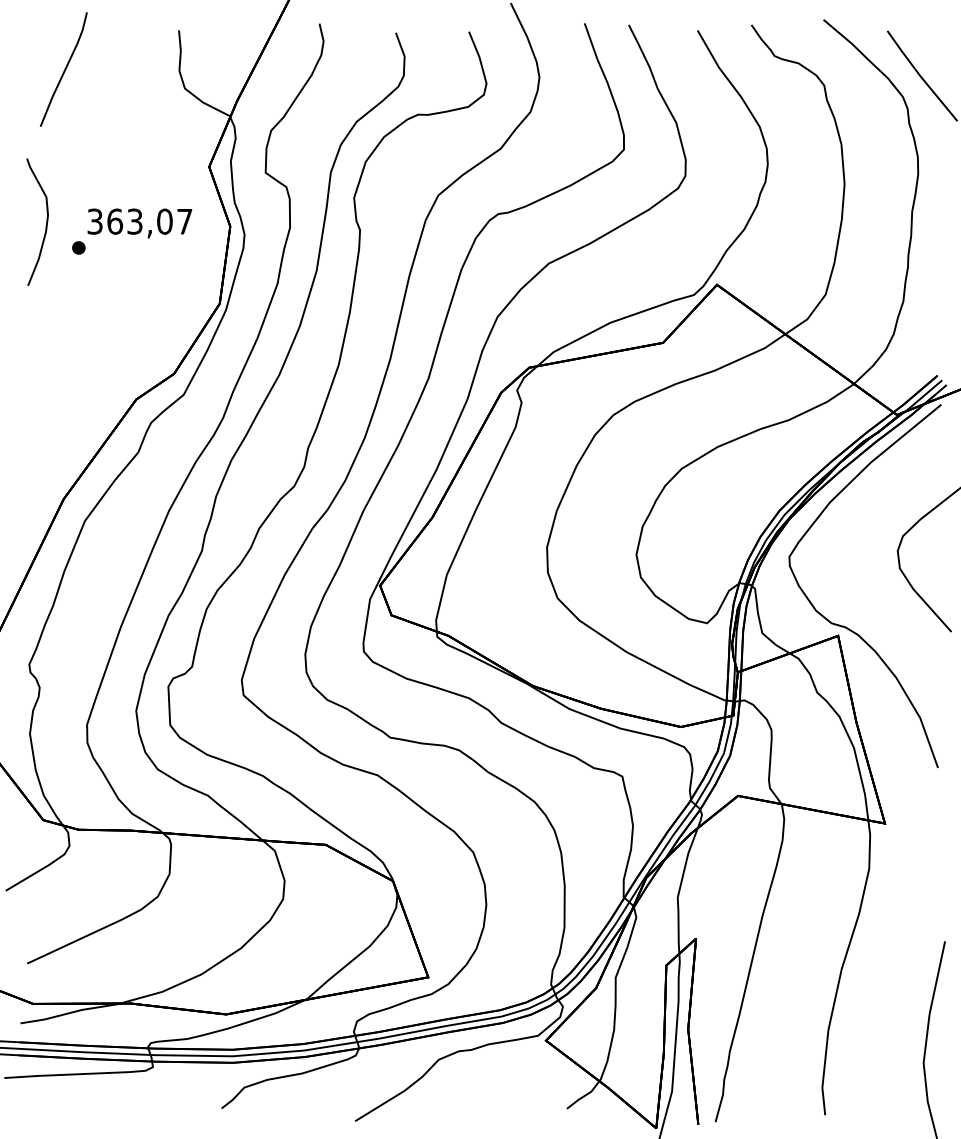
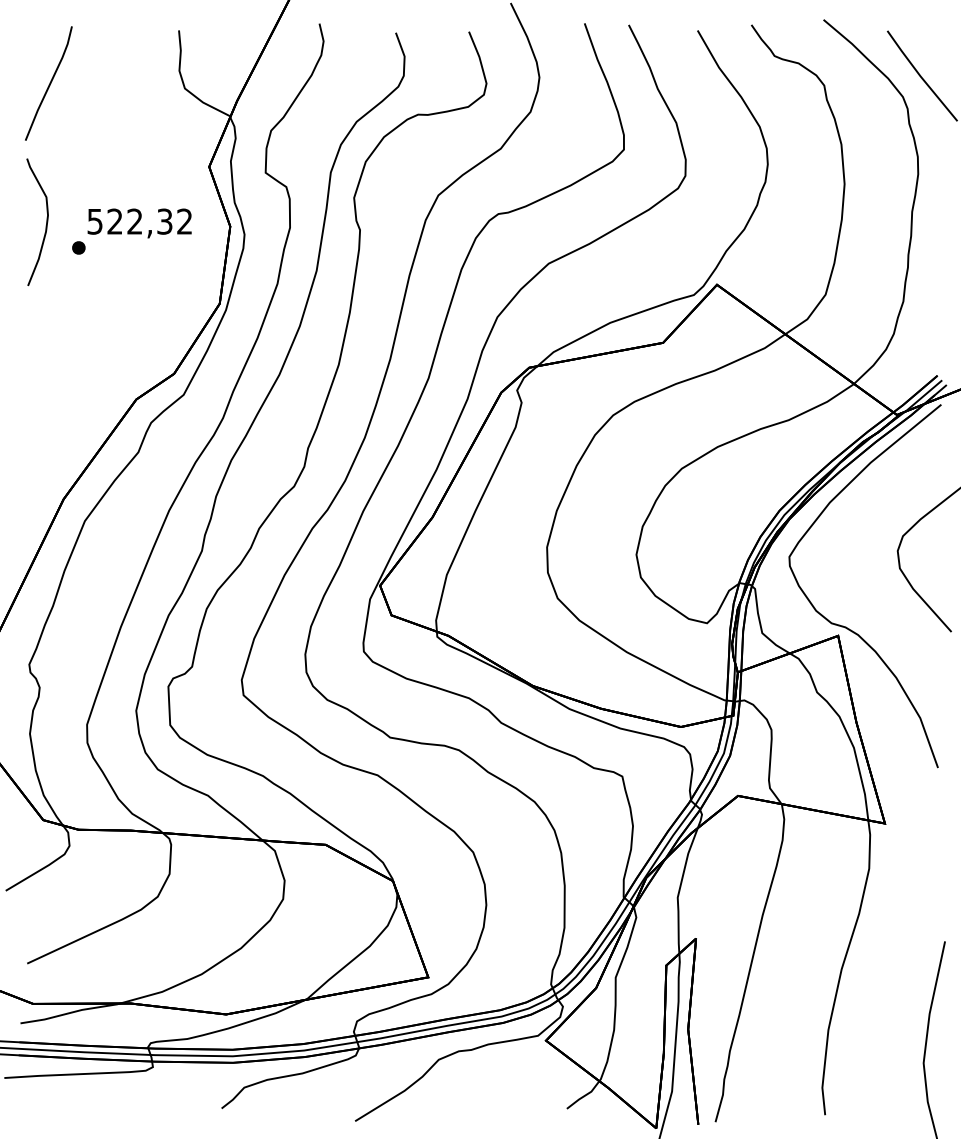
curve at (64, 69) position: (64, 69) -> (49, 83)
text at (140, 221): 363,07 -> 522,32
